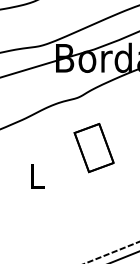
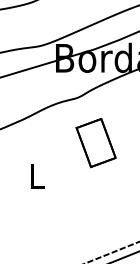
part at (93, 148) position: (93, 148) -> (95, 143)
